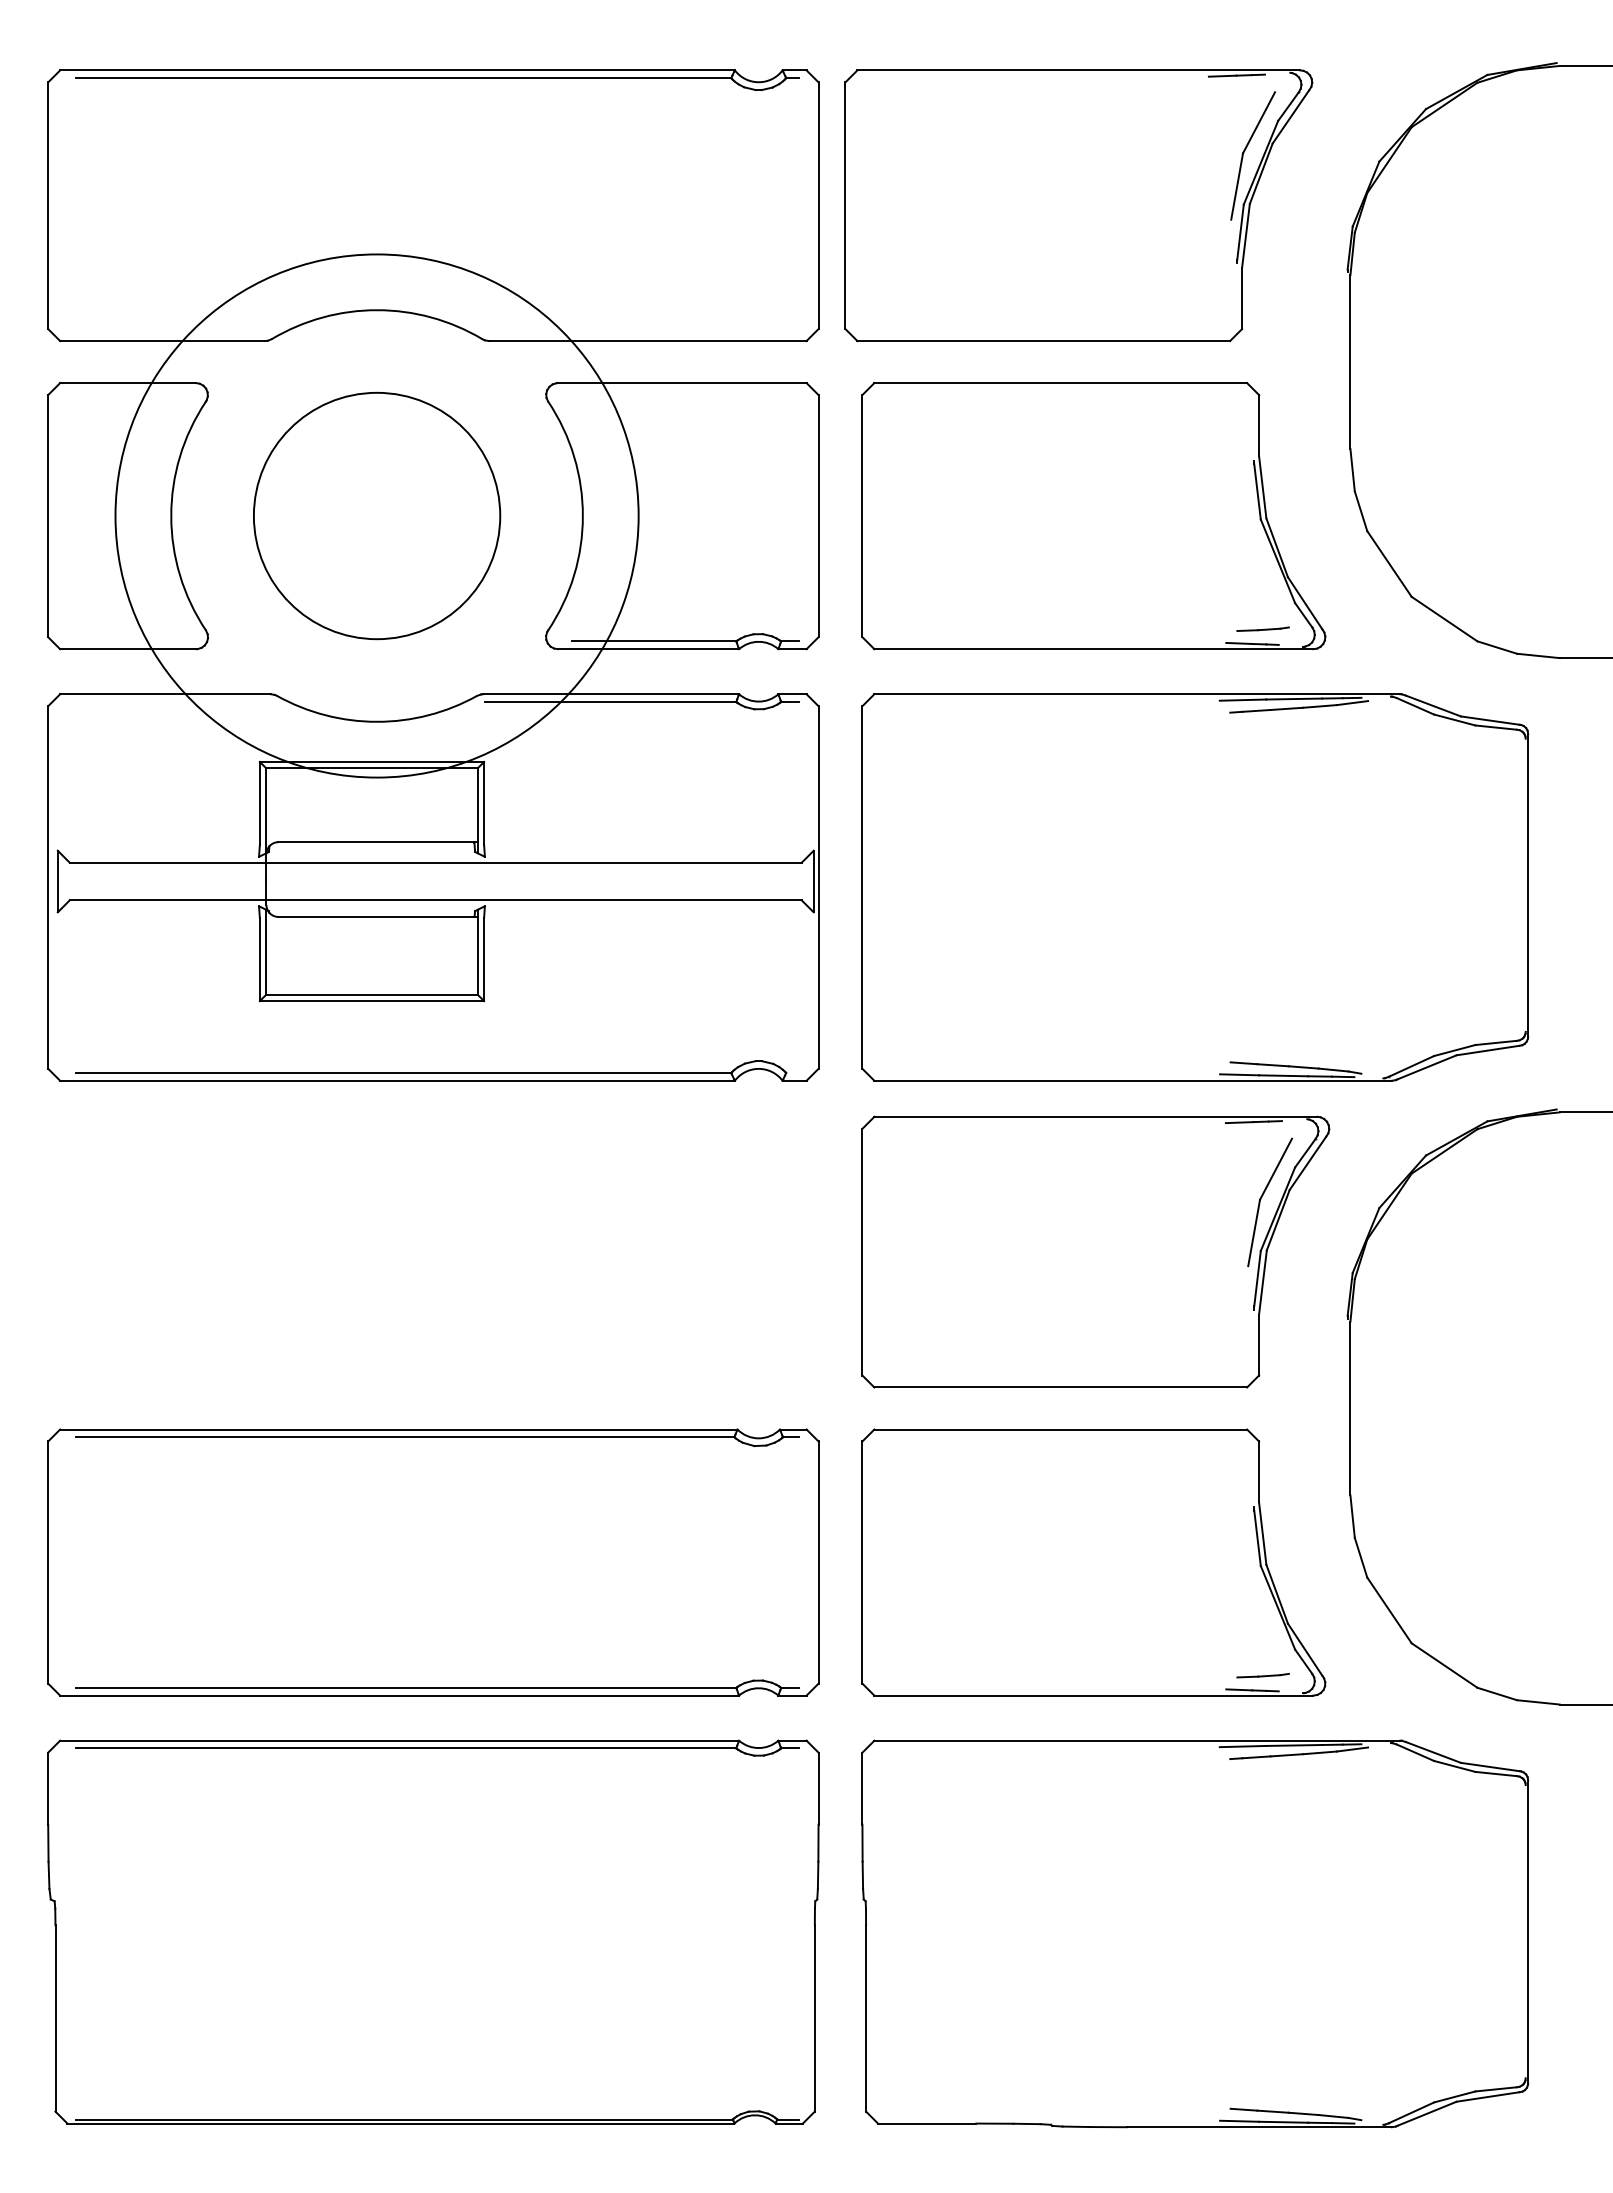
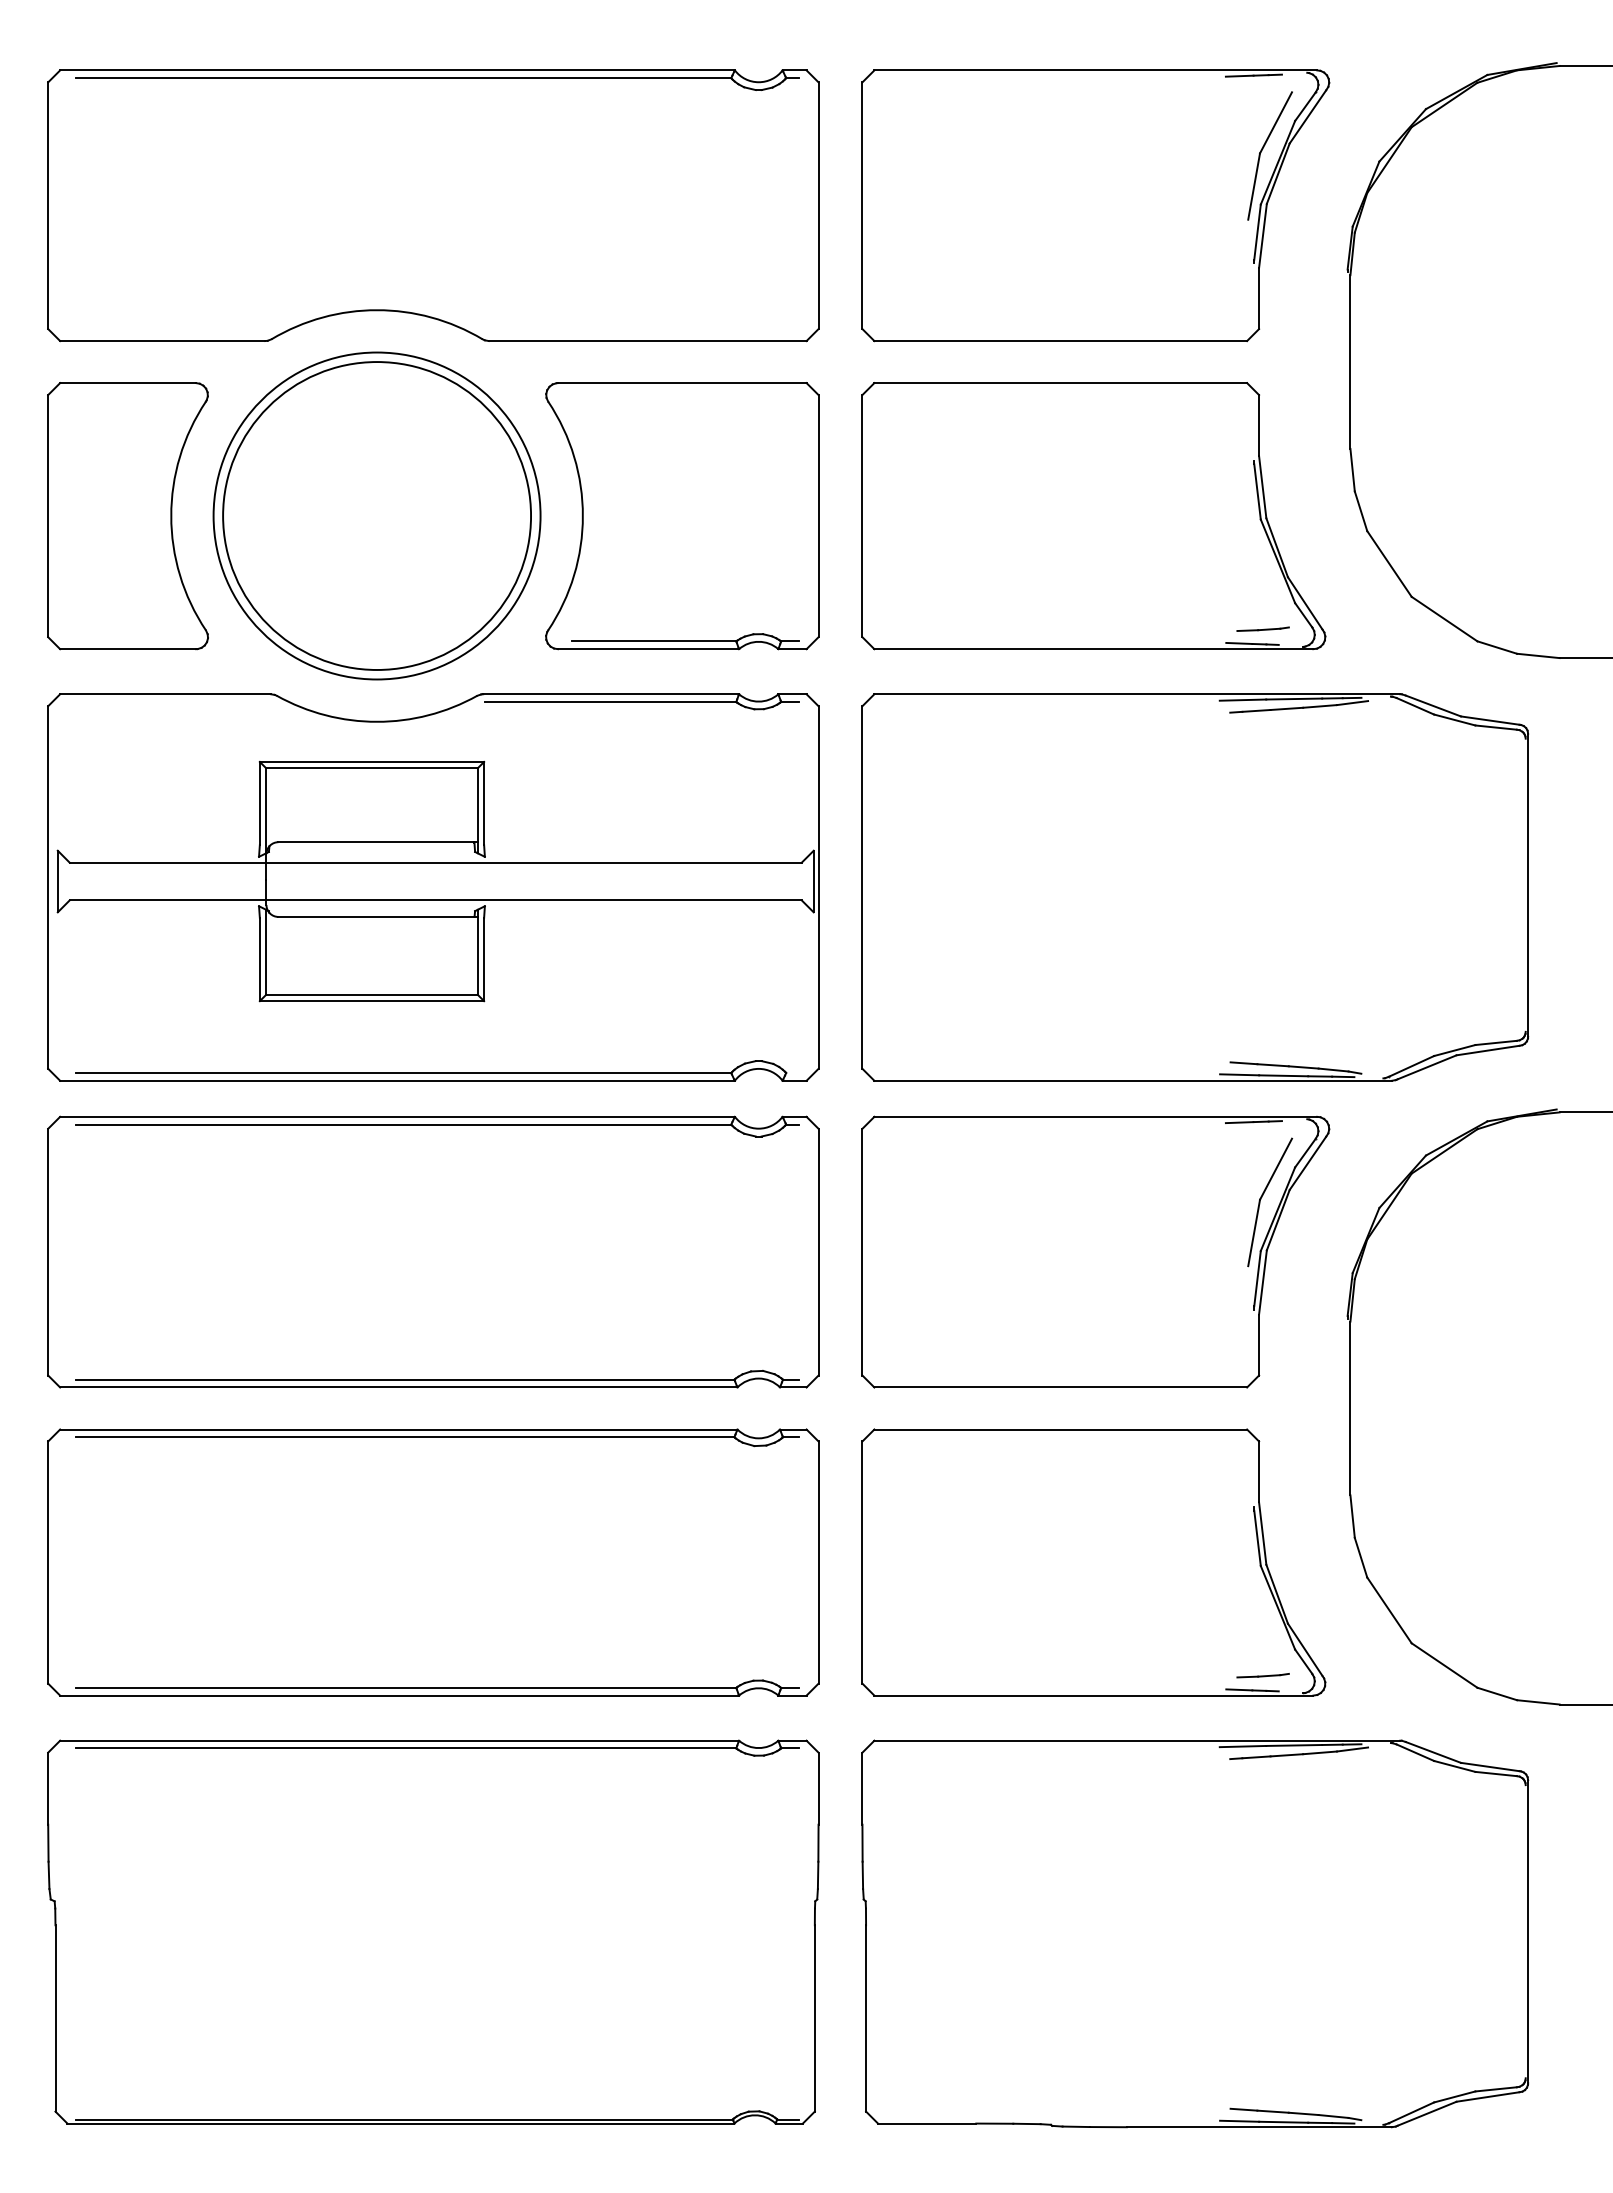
part at (1078, 205) position: (1078, 205) -> (1095, 205)
circle at (376, 515) diameter: 246 px -> 308 px
circle at (376, 515) diameter: 523 px -> 327 px
part at (433, 1251): none -> present
